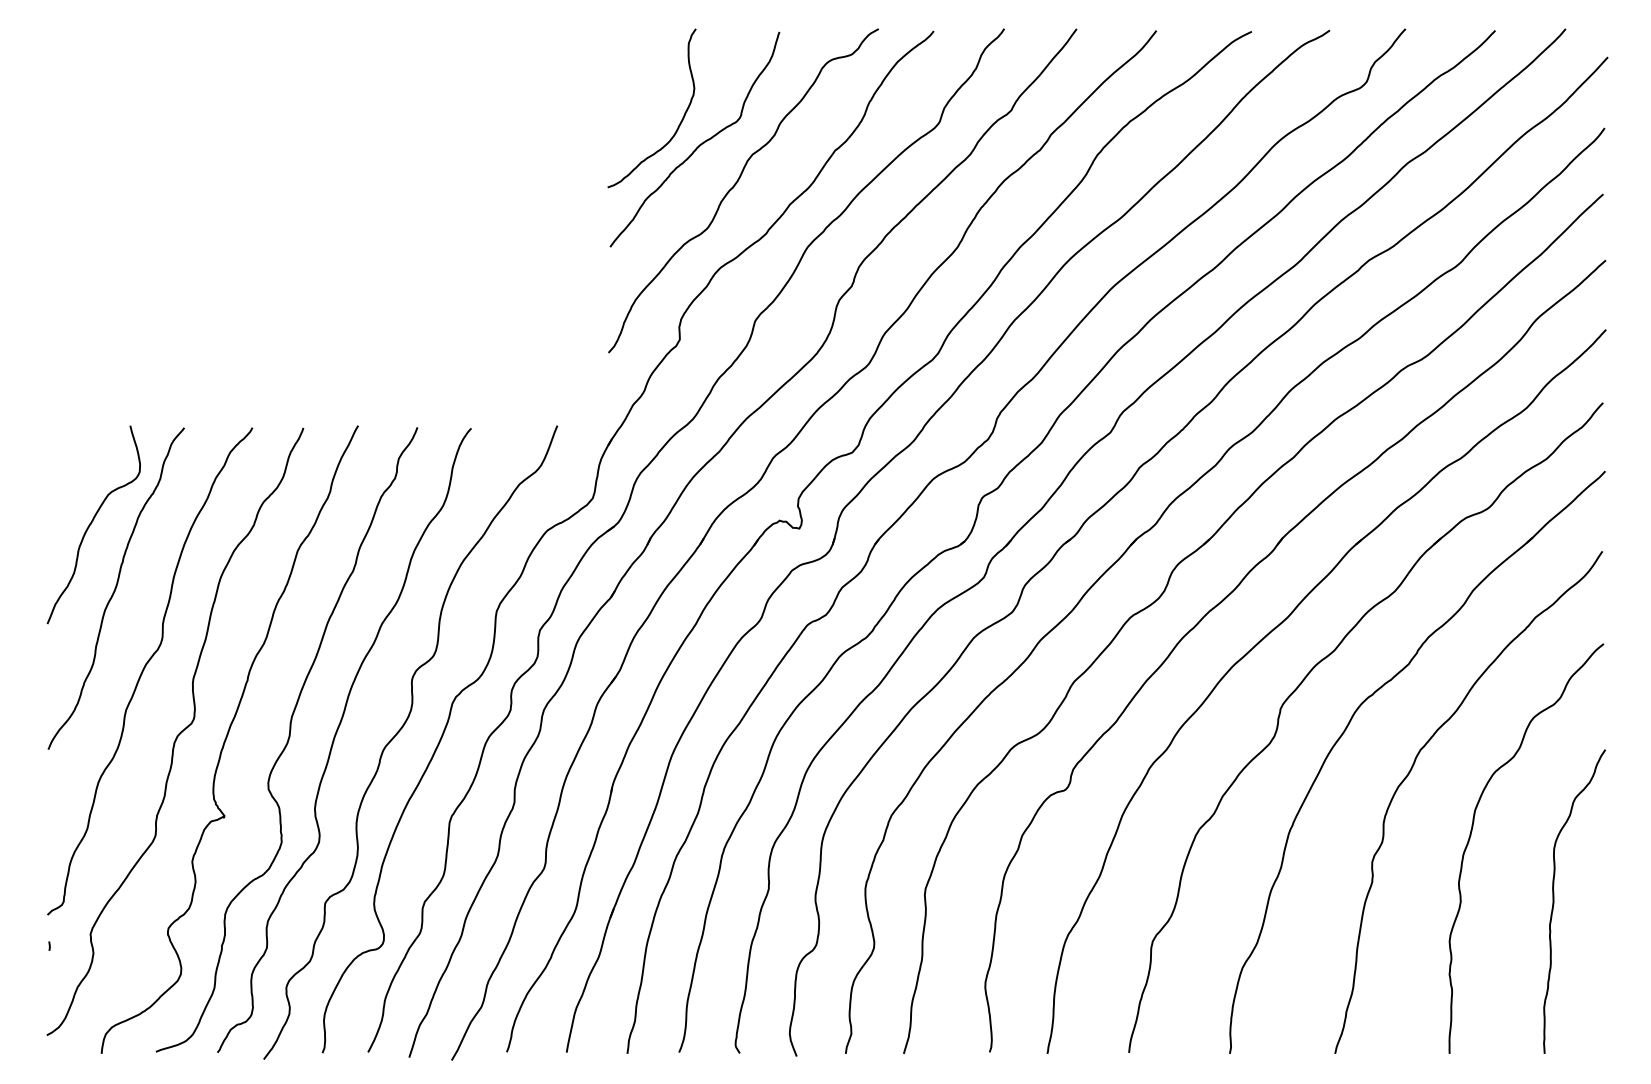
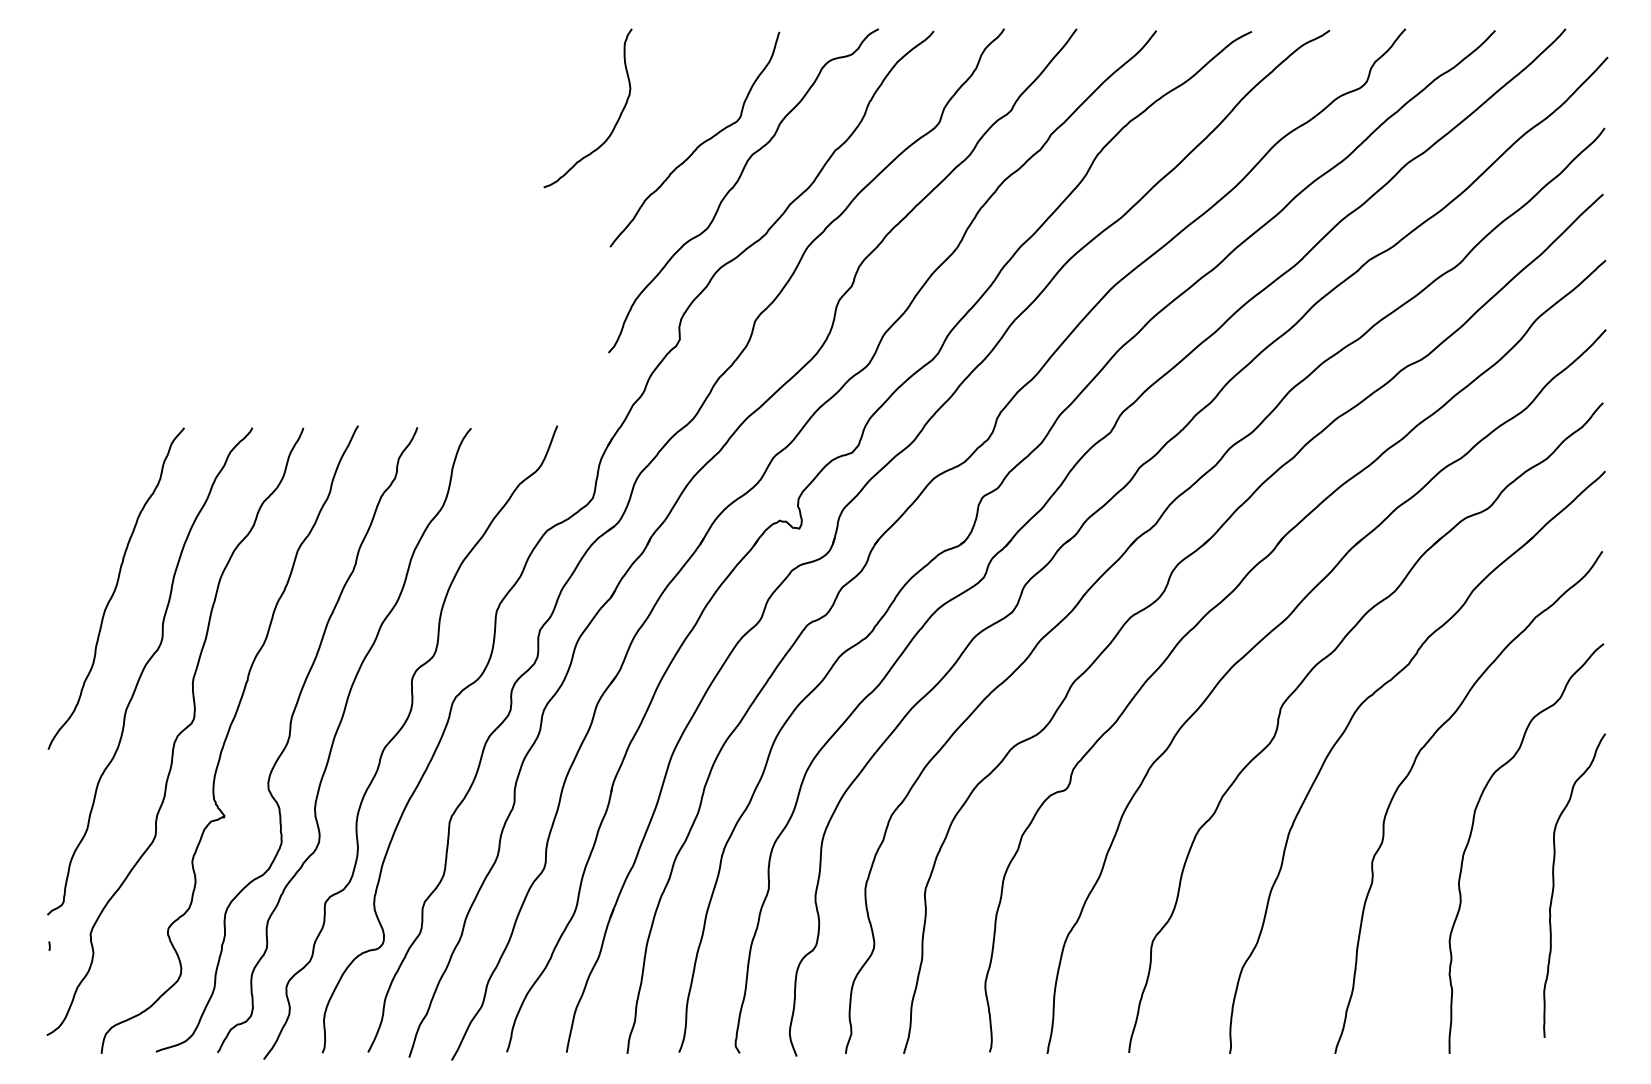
curve at (679, 123) position: (679, 123) -> (615, 123)
curve at (91, 524): present -> none
curve at (1554, 901) position: (1554, 901) -> (1554, 885)
